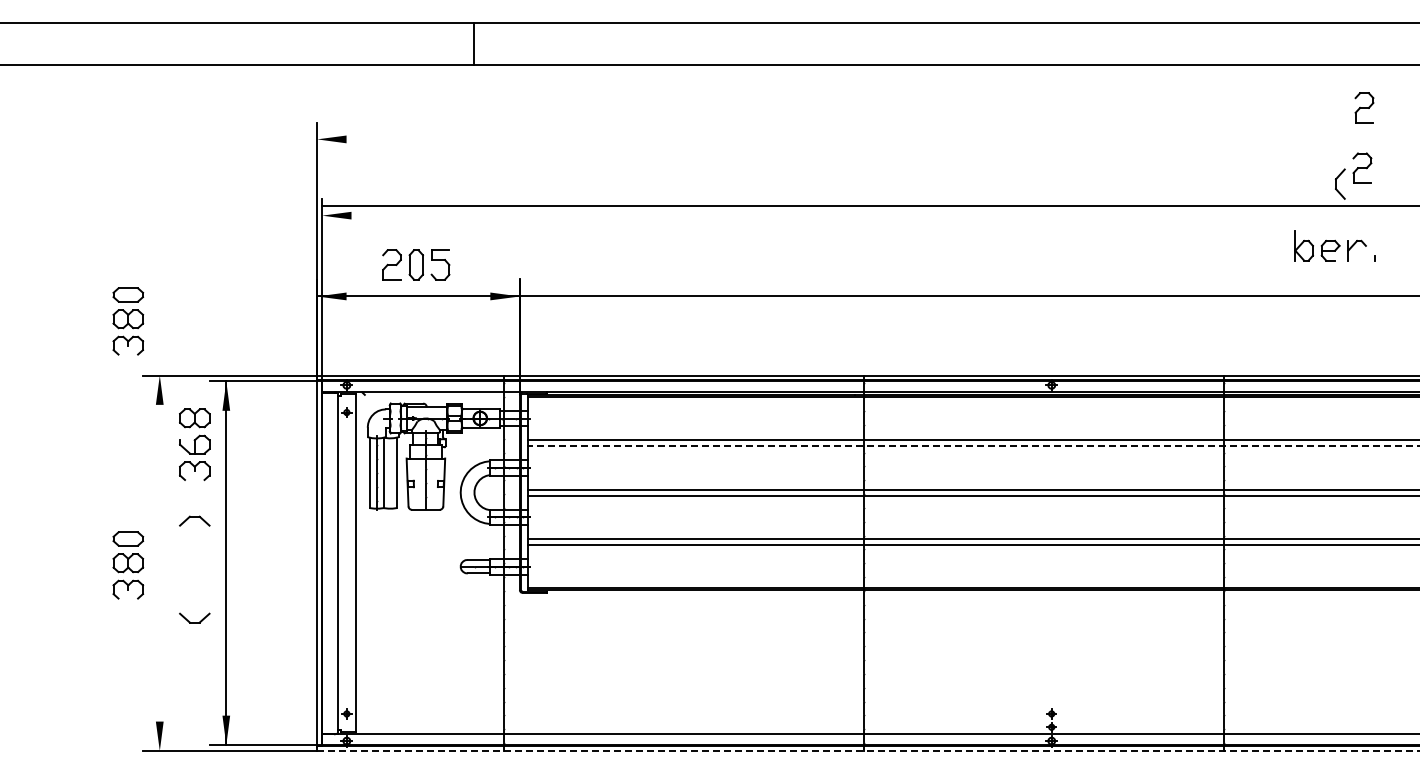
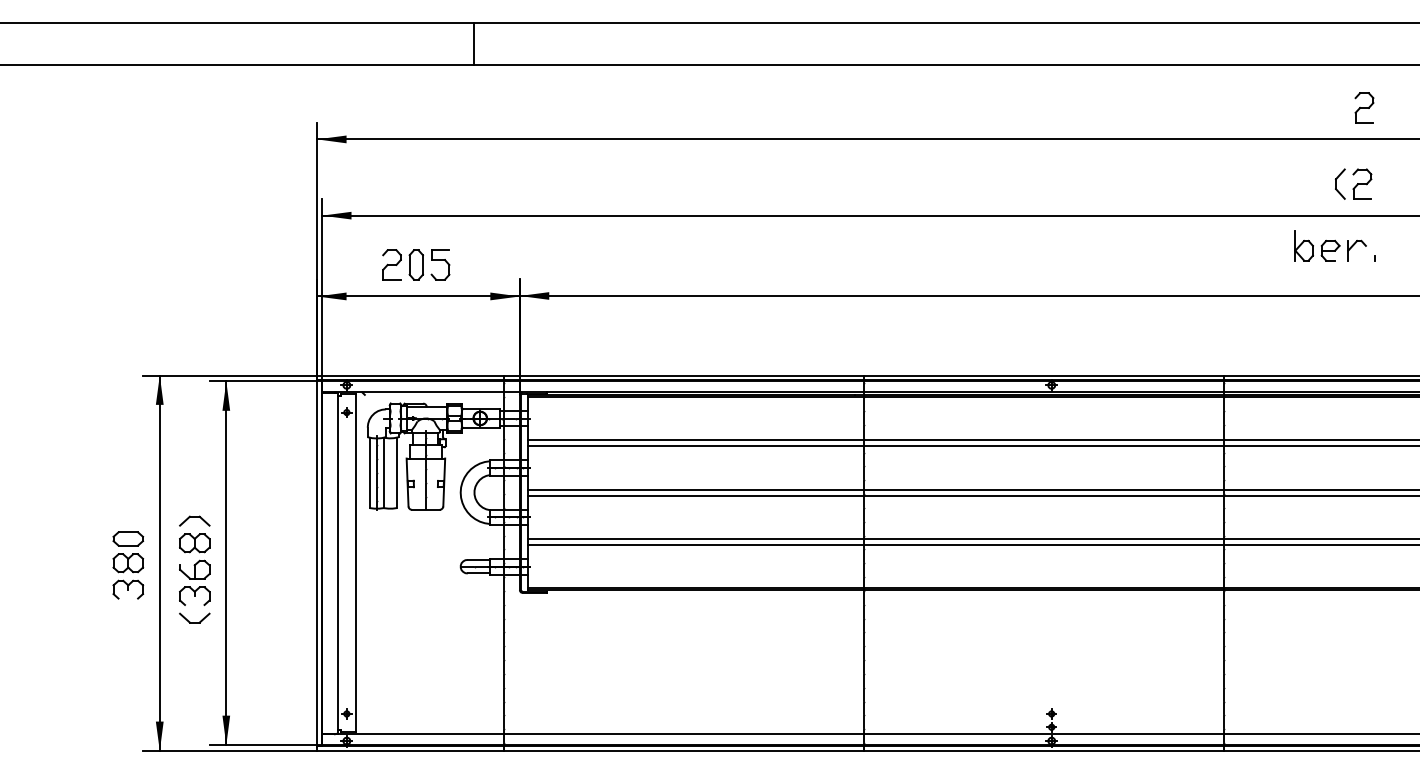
line at (866, 139): none -> present
part at (1362, 167) position: (1362, 167) -> (1362, 183)
line at (869, 205) position: (869, 205) -> (869, 215)
fill at (534, 295): none -> present
part at (128, 321): present -> none
part at (194, 444) position: (194, 444) -> (194, 569)
line at (973, 446): dashed -> solid
line at (159, 563): none -> present
line at (868, 751): dashed -> solid
